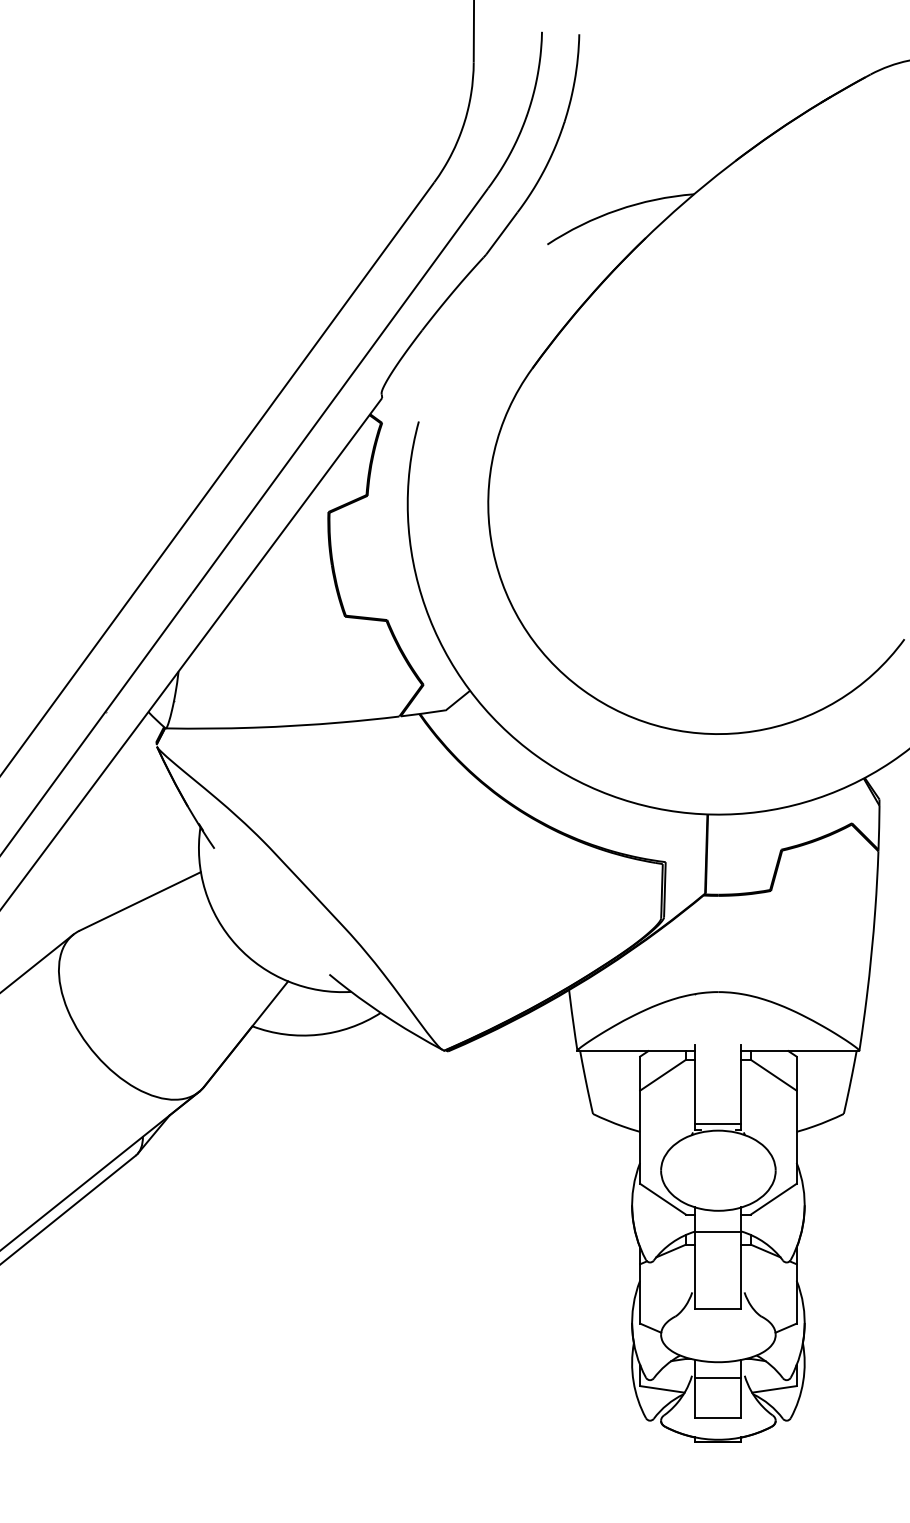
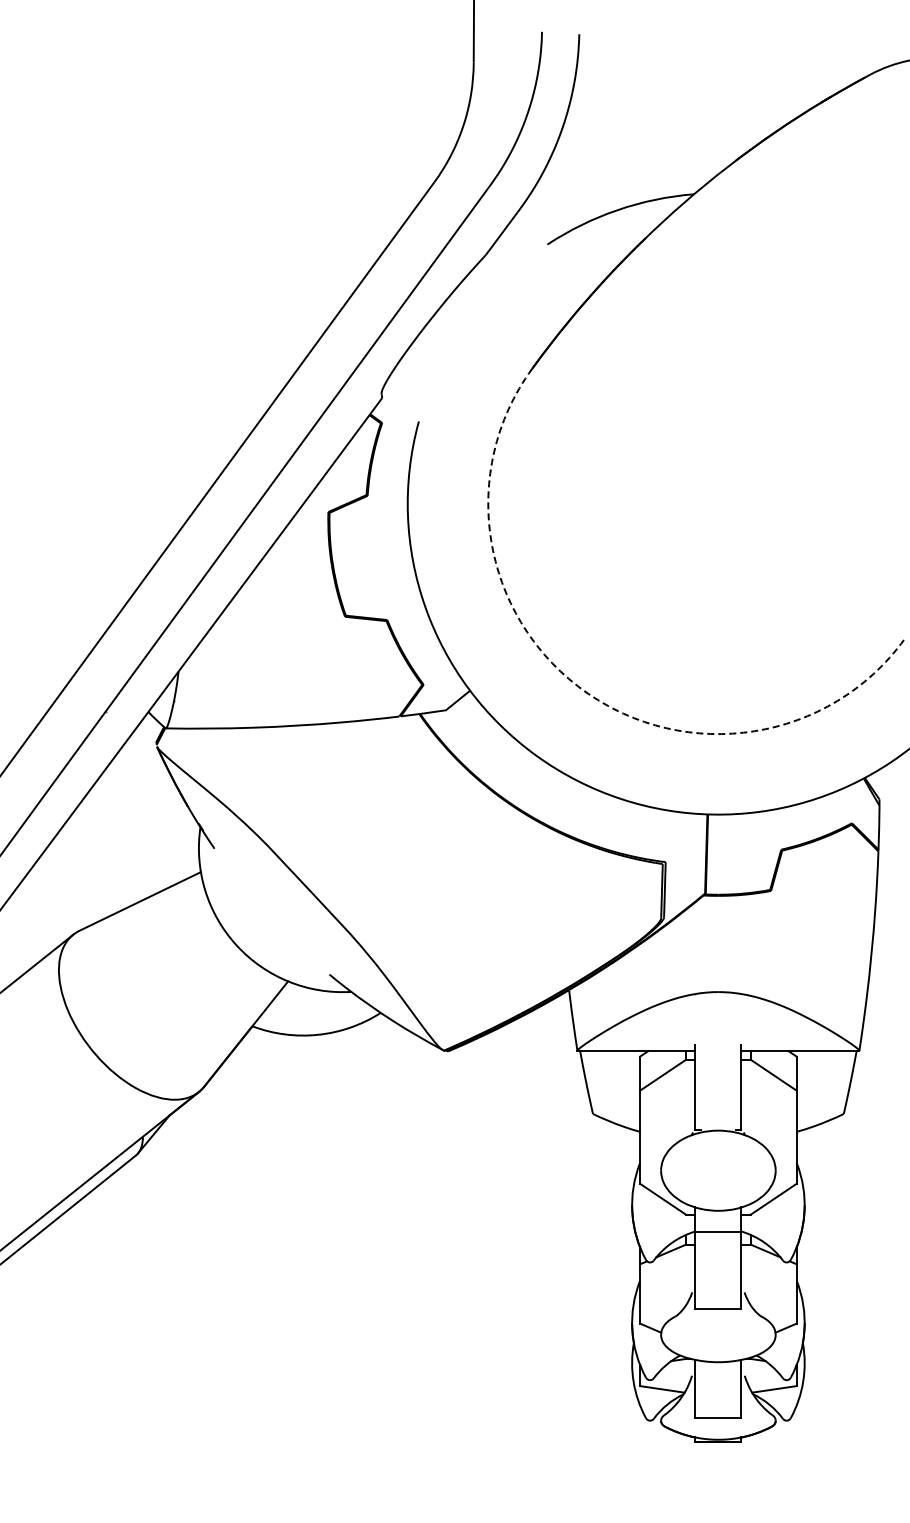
arc at (583, 690): solid -> dashed
line at (718, 1124): present -> none
line at (718, 1377): present -> none
